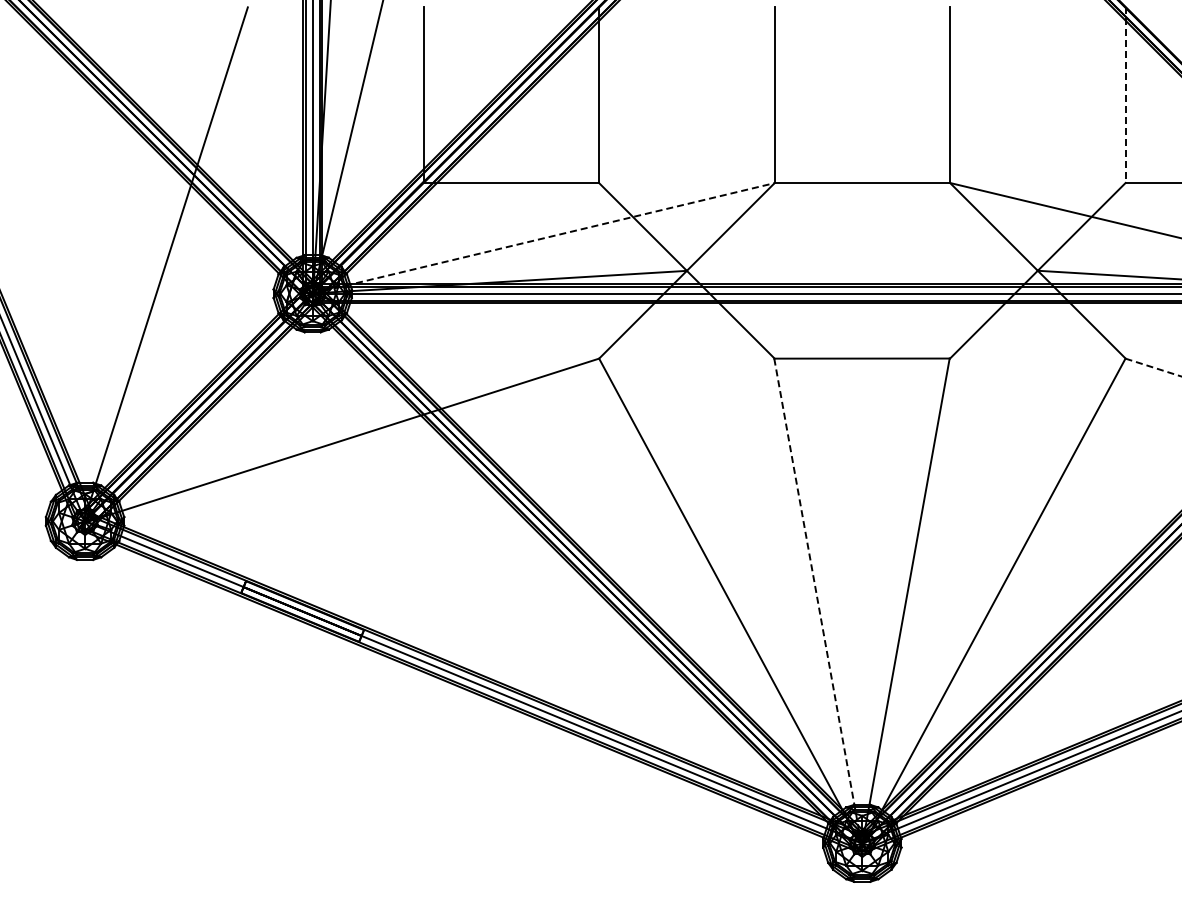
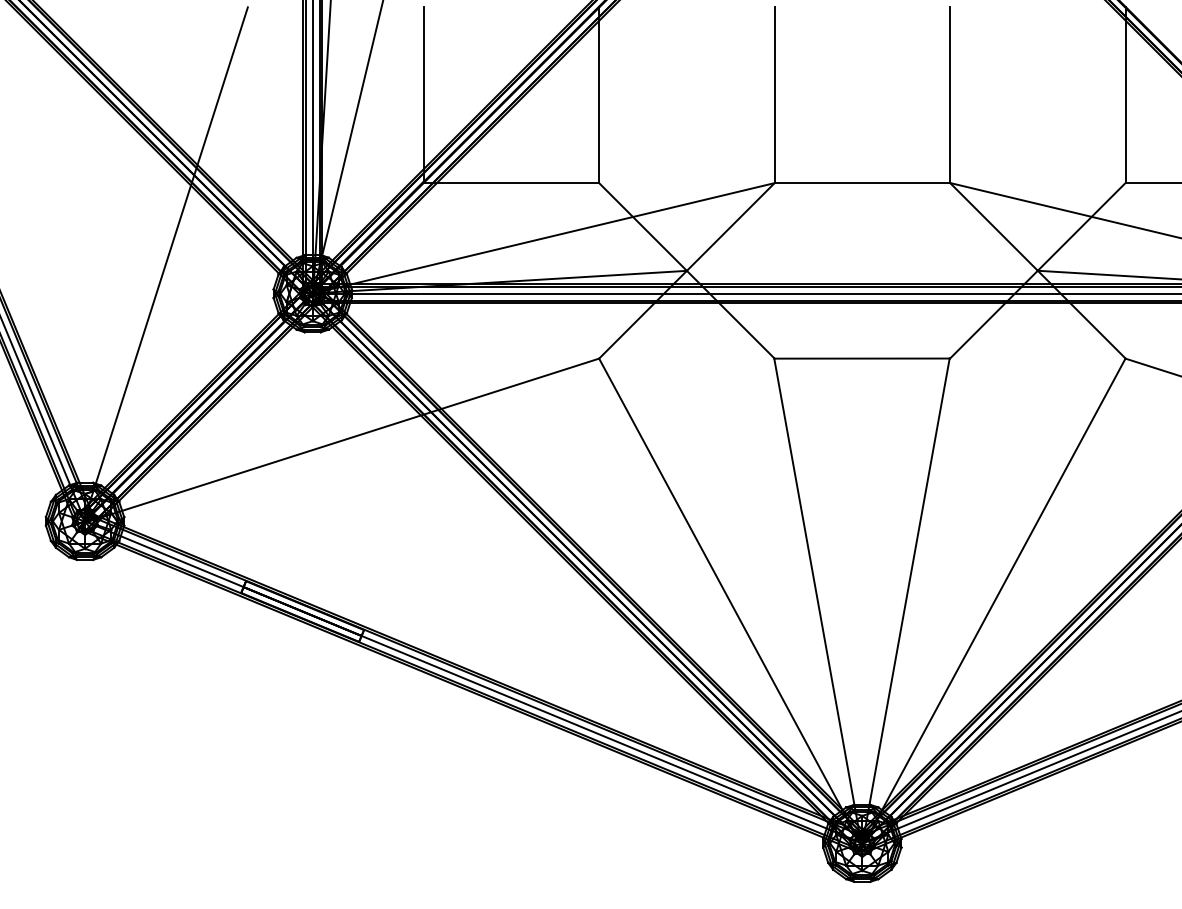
line at (1125, 95): dashed -> solid
line at (544, 238): dashed -> solid
line at (1154, 367): dashed -> solid
line at (818, 602): dashed -> solid
